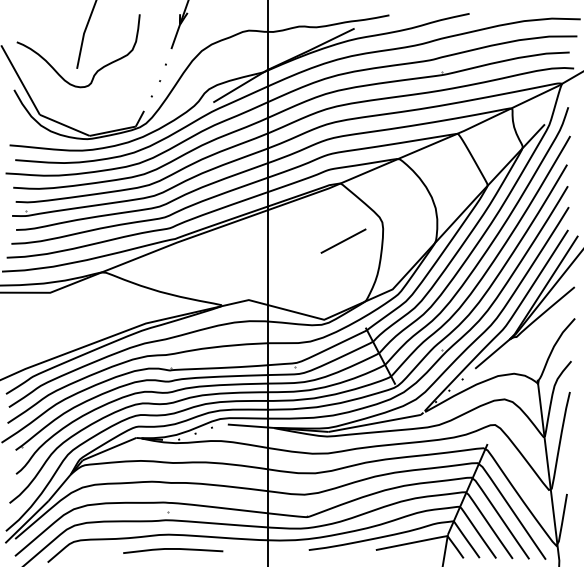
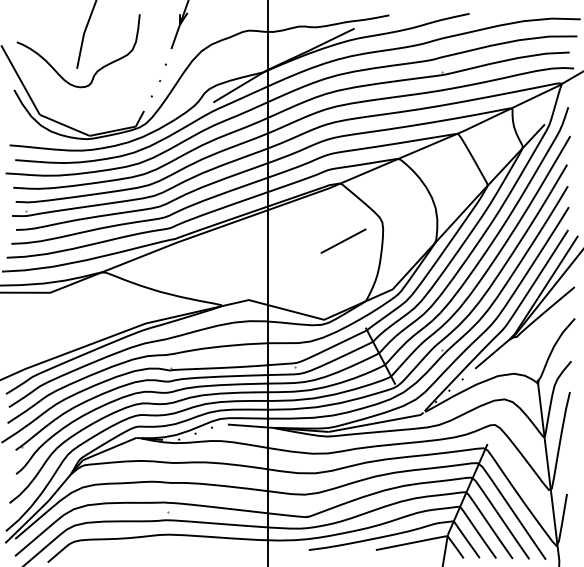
curve at (173, 549): present -> none
